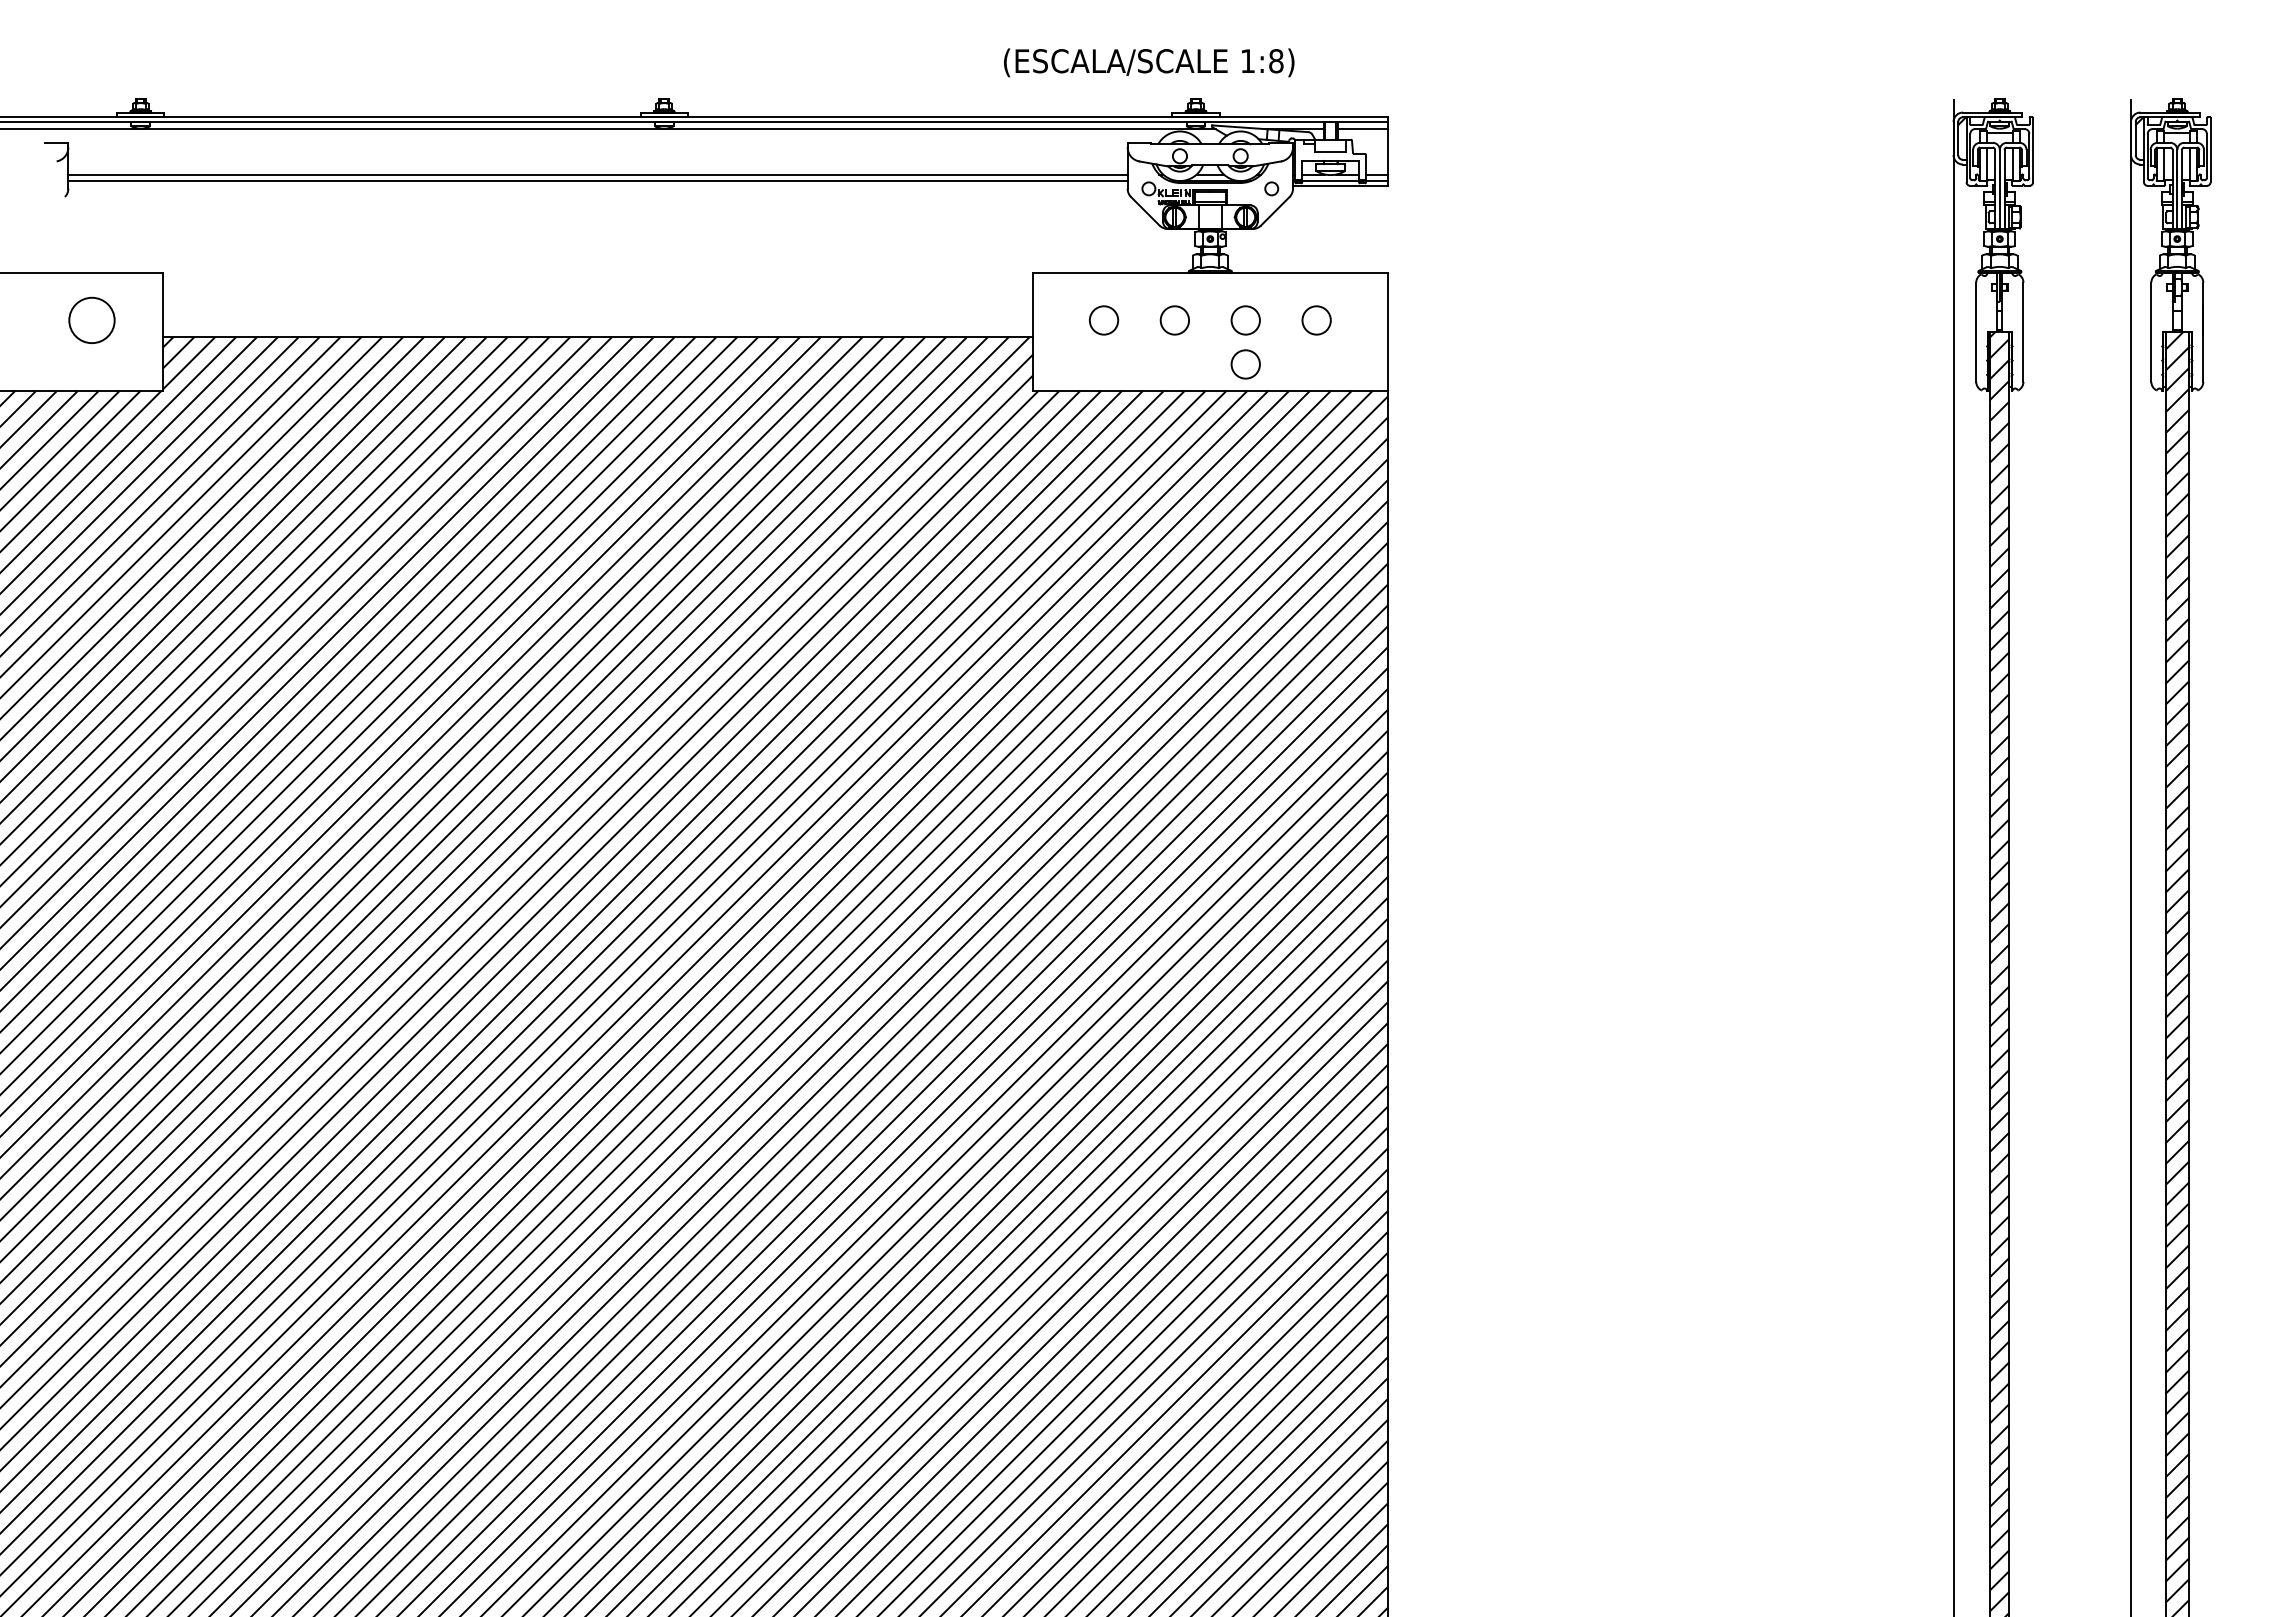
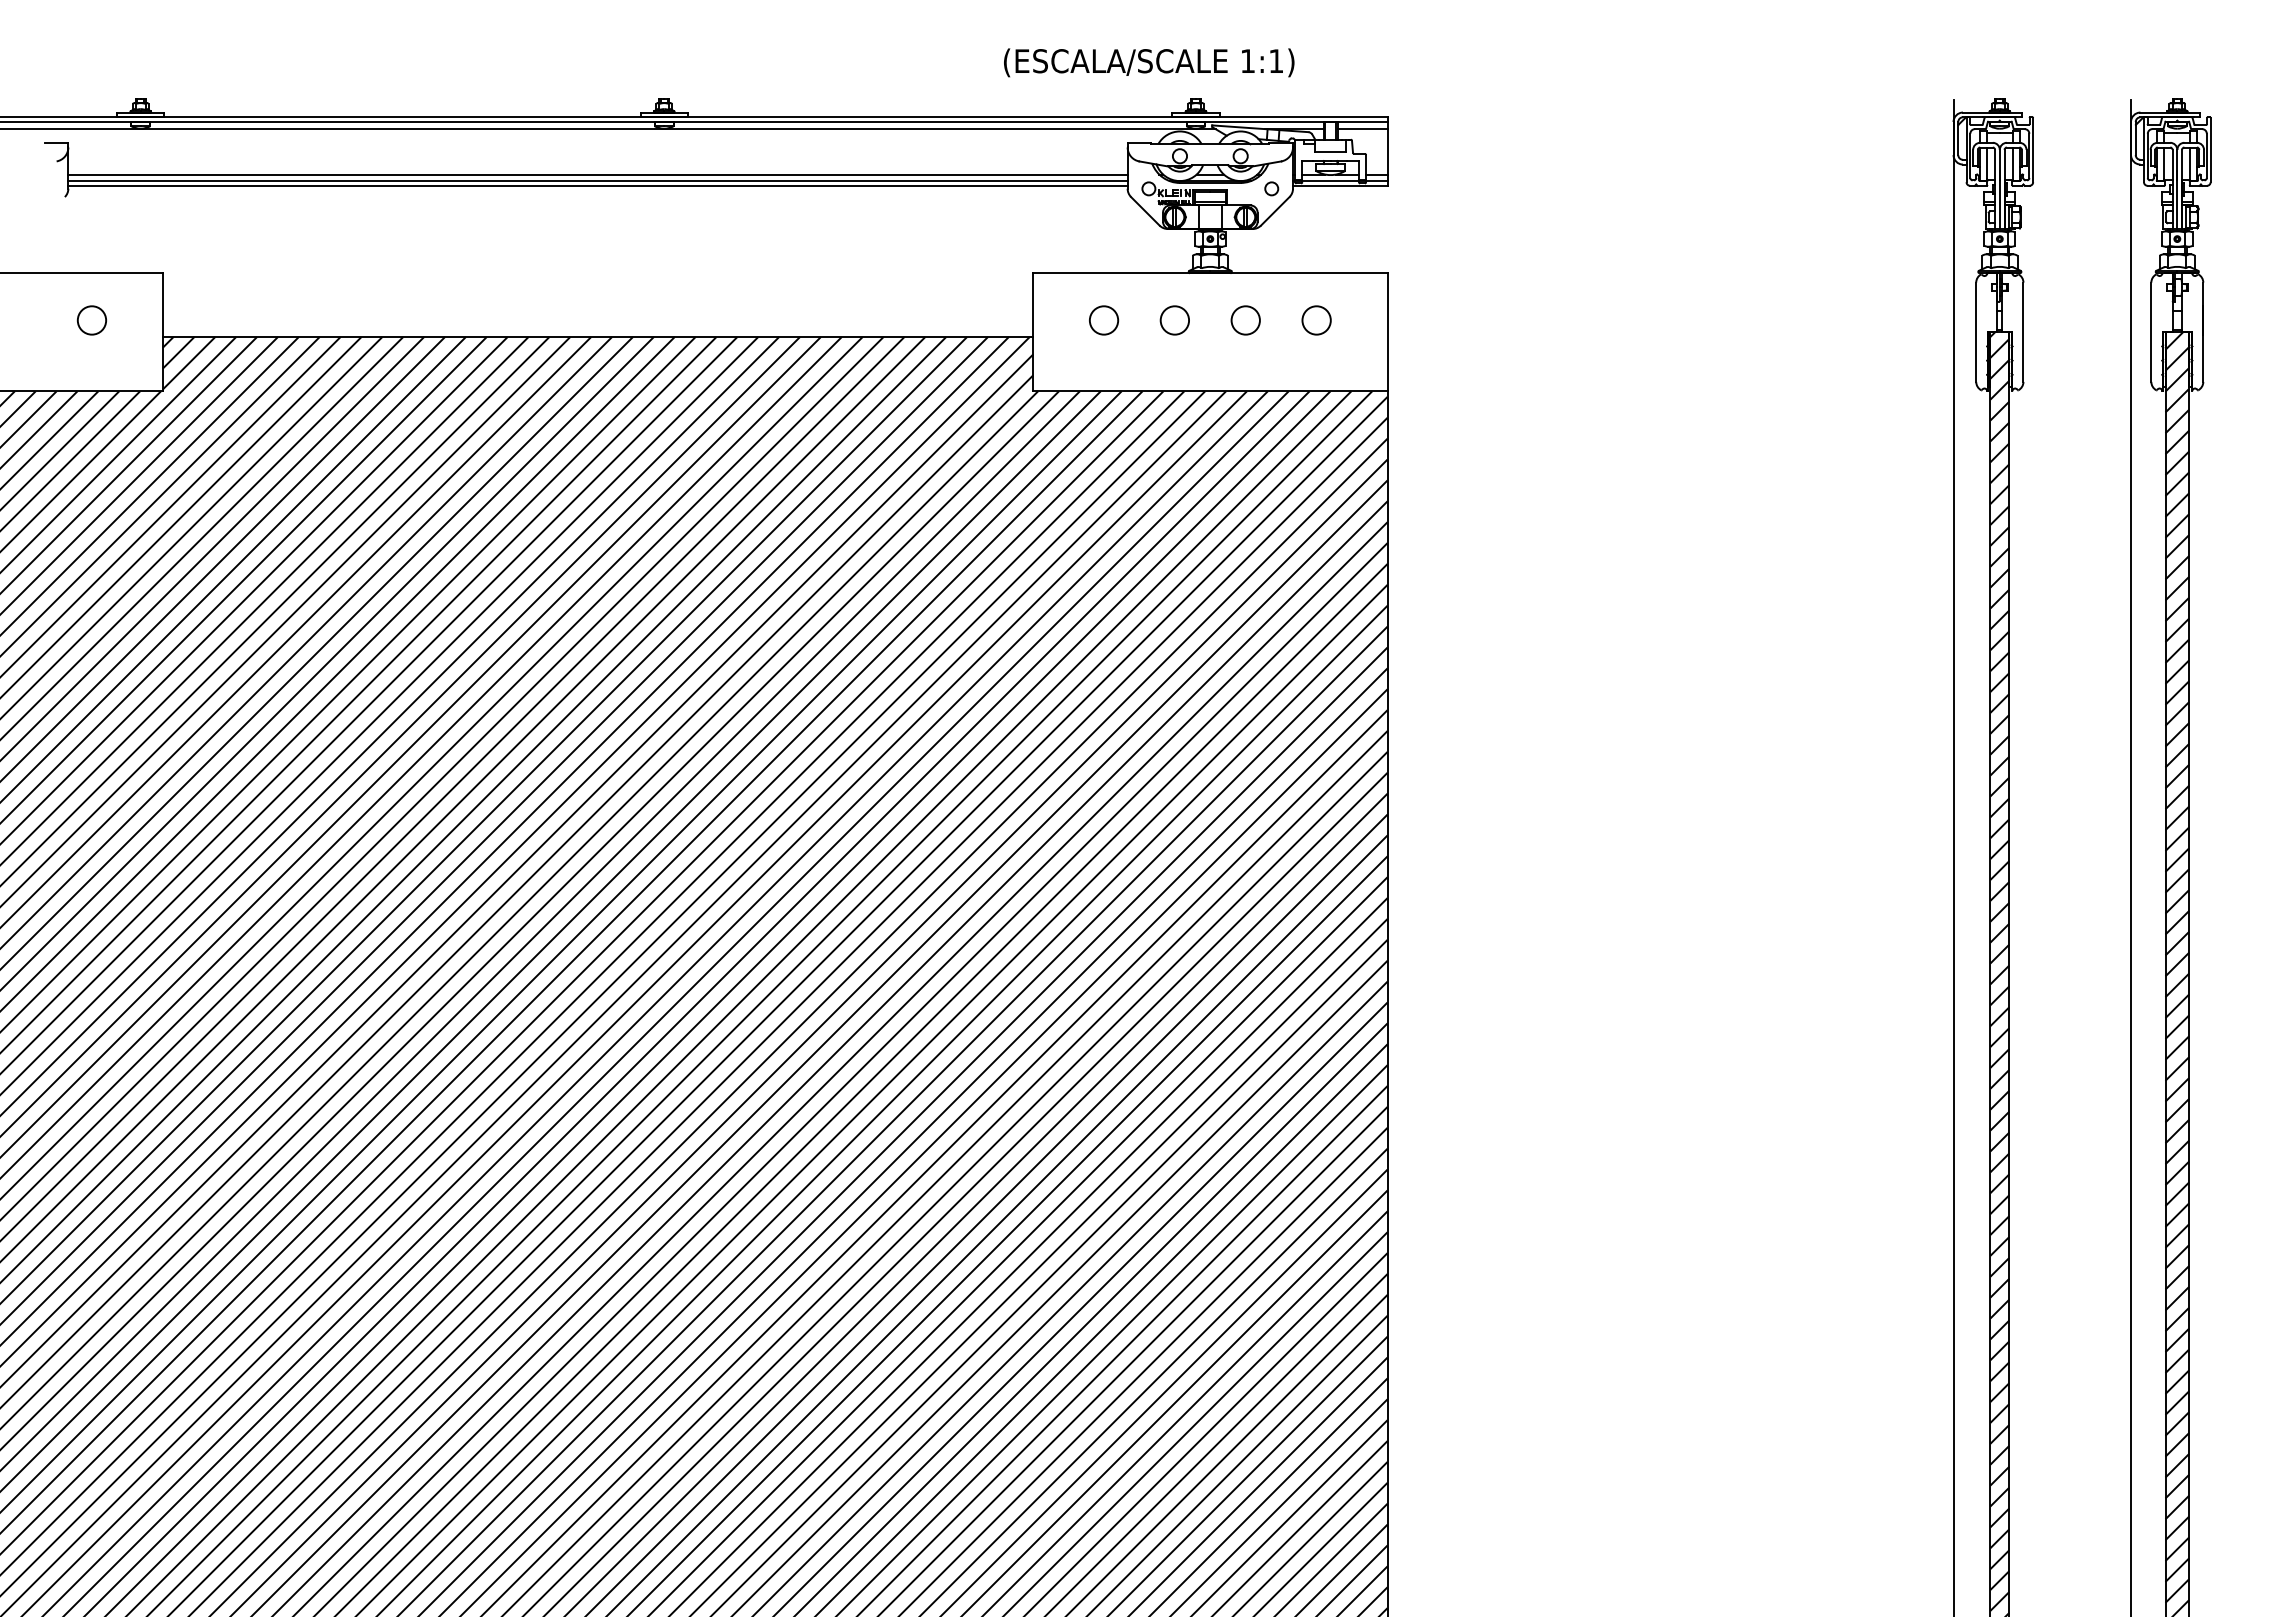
text at (1276, 61): 1:8) -> 1:1)
line at (597, 185): none -> present
circle at (91, 320) diameter: 45 px -> 28 px
circle at (1245, 364): present -> none
